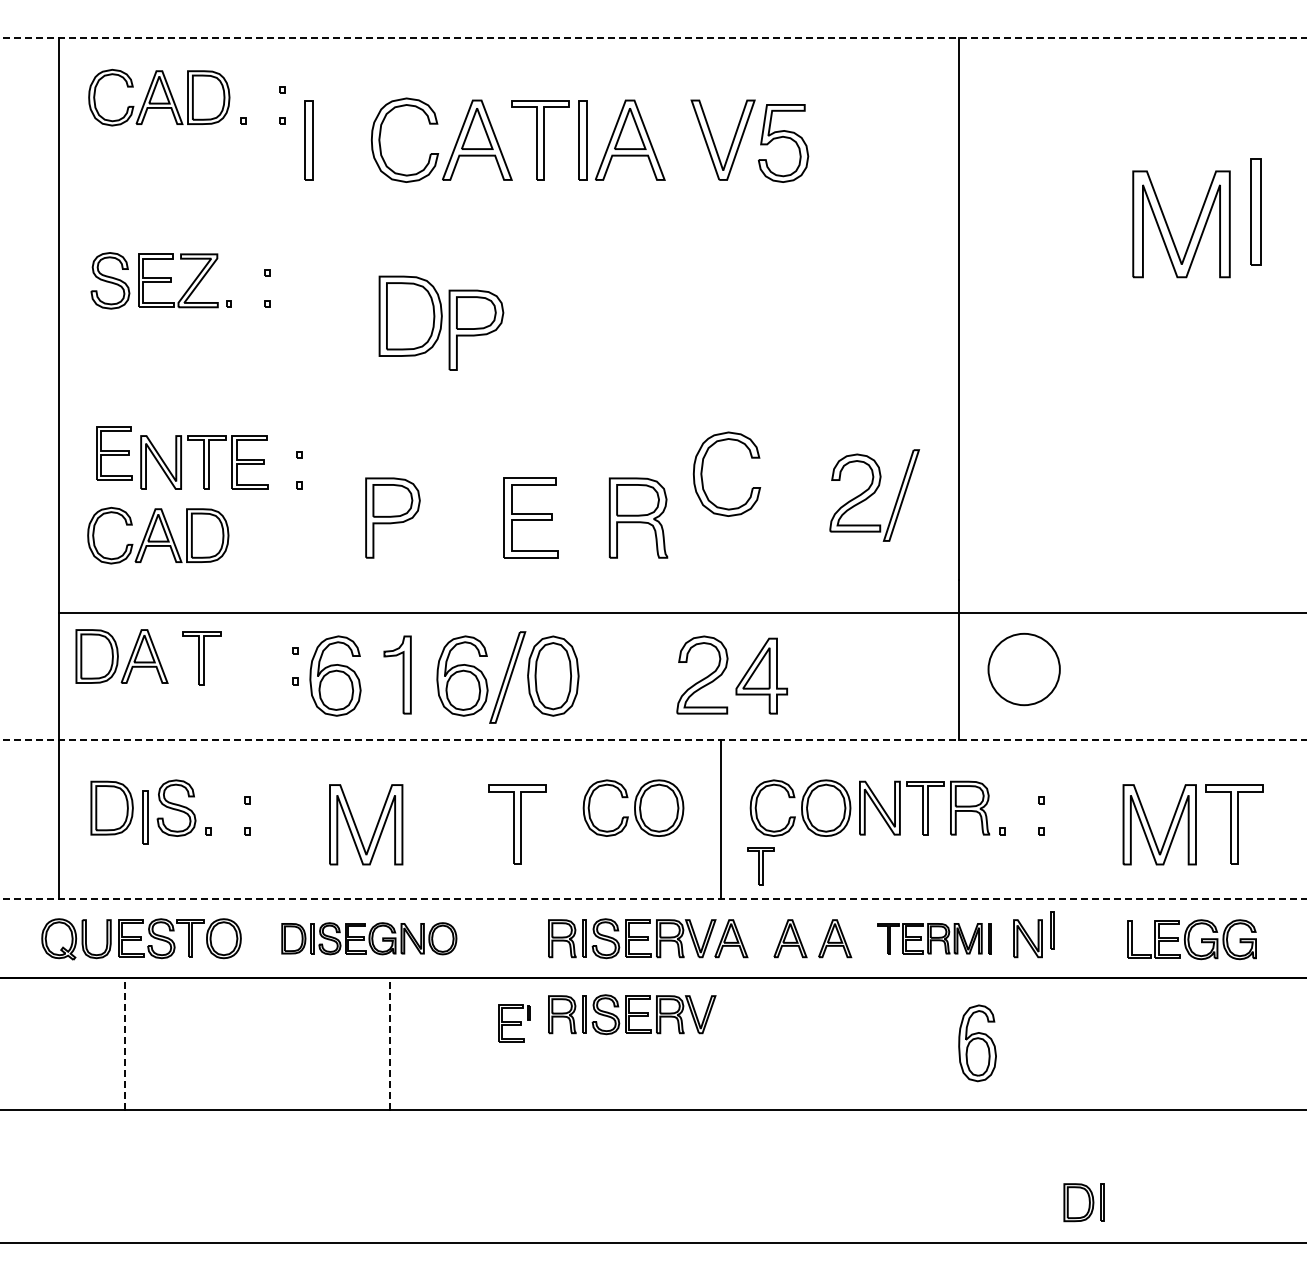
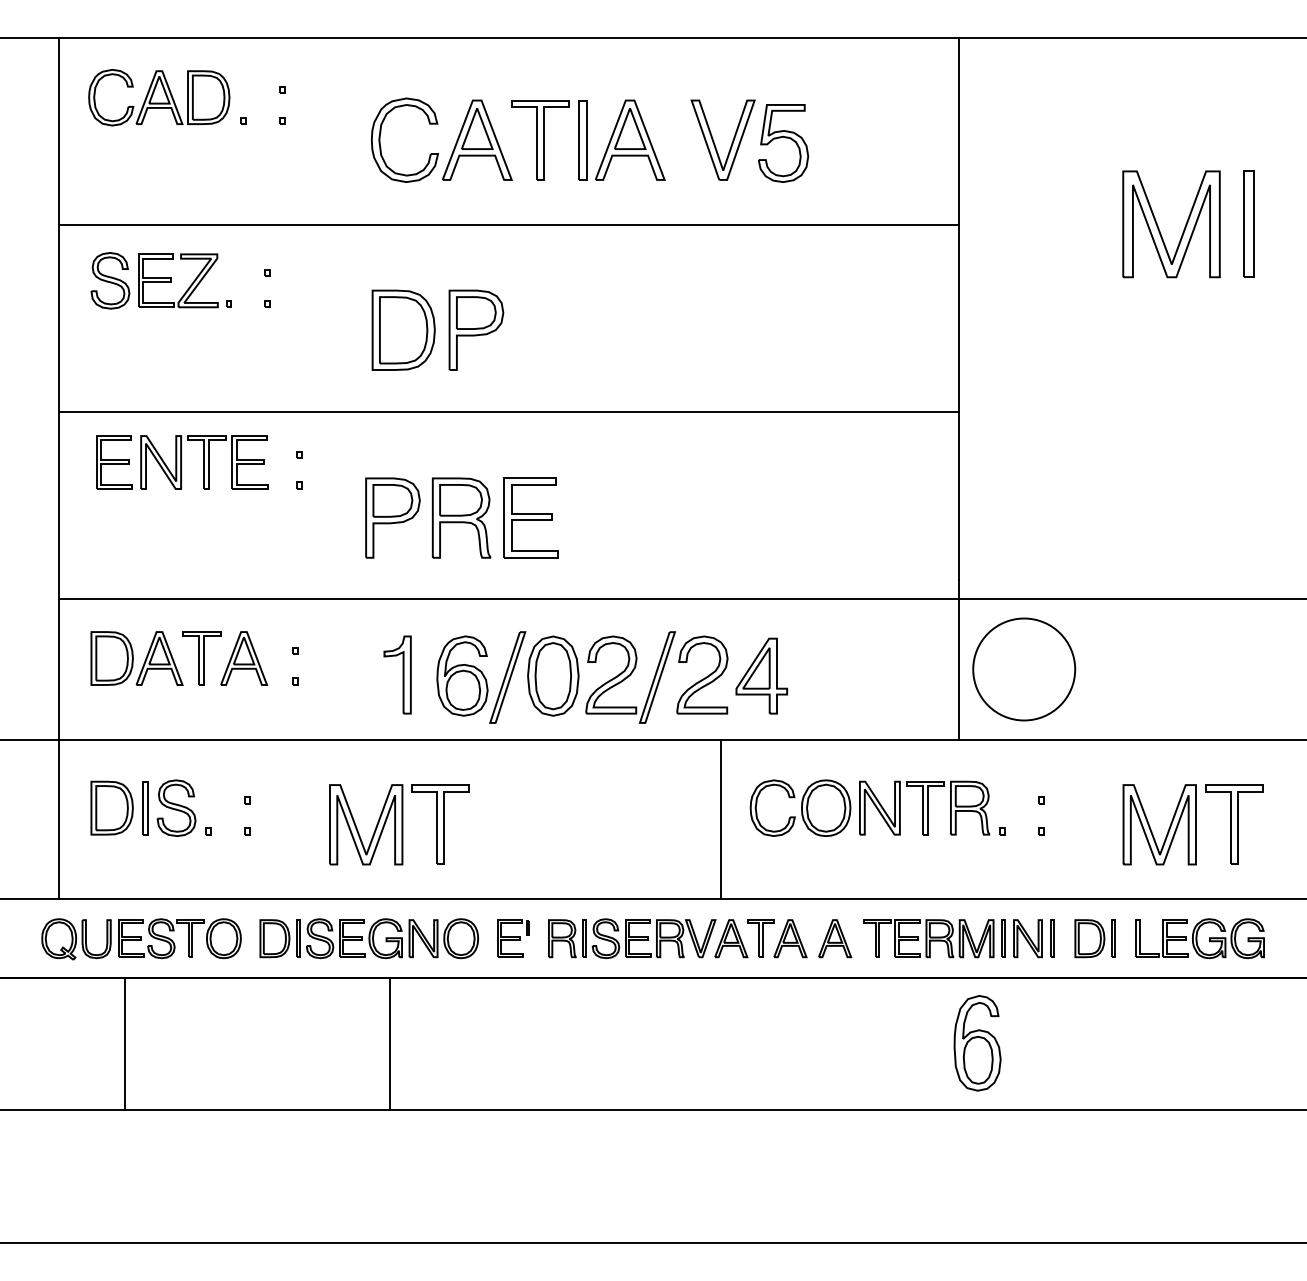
line at (653, 38): dashed -> solid
part at (308, 140): present -> none
part at (1255, 211) position: (1255, 211) -> (1248, 223)
line at (508, 225): none -> present
part at (1169, 228) position: (1169, 228) -> (1159, 228)
part at (410, 315) position: (410, 315) -> (403, 329)
line at (508, 412): none -> present
part at (114, 453) position: (114, 453) -> (114, 462)
part at (702, 473): present -> none
part at (874, 495) position: (874, 495) -> (630, 677)
part at (638, 517) position: (638, 517) -> (461, 517)
part at (158, 535): present -> none
line at (681, 613) position: (681, 613) -> (681, 599)
part at (121, 656) position: (121, 656) -> (136, 658)
part at (244, 658): none -> present
circle at (1023, 669) diameter: 71 px -> 102 px
part at (335, 675): present -> none
line at (653, 739): dashed -> solid
part at (633, 807): present -> none
part at (145, 817) position: (145, 817) -> (145, 808)
part at (517, 824) position: (517, 824) -> (440, 824)
part at (760, 866) position: (760, 866) -> (760, 938)
line at (653, 898): dashed -> solid
line at (1051, 930) position: (1051, 930) -> (1051, 938)
part at (369, 938) size: 177x34 px -> 221x42 px
part at (934, 938) size: 115x32 px -> 143x40 px
part at (1191, 939) position: (1191, 939) -> (1199, 938)
part at (632, 1014): present -> none
part at (514, 1023) position: (514, 1023) -> (513, 938)
line at (125, 1043): dashed -> solid
line at (389, 1043): dashed -> solid
part at (977, 1043) size: 39x79 px -> 49x97 px
part at (1083, 1202) position: (1083, 1202) -> (1094, 938)
